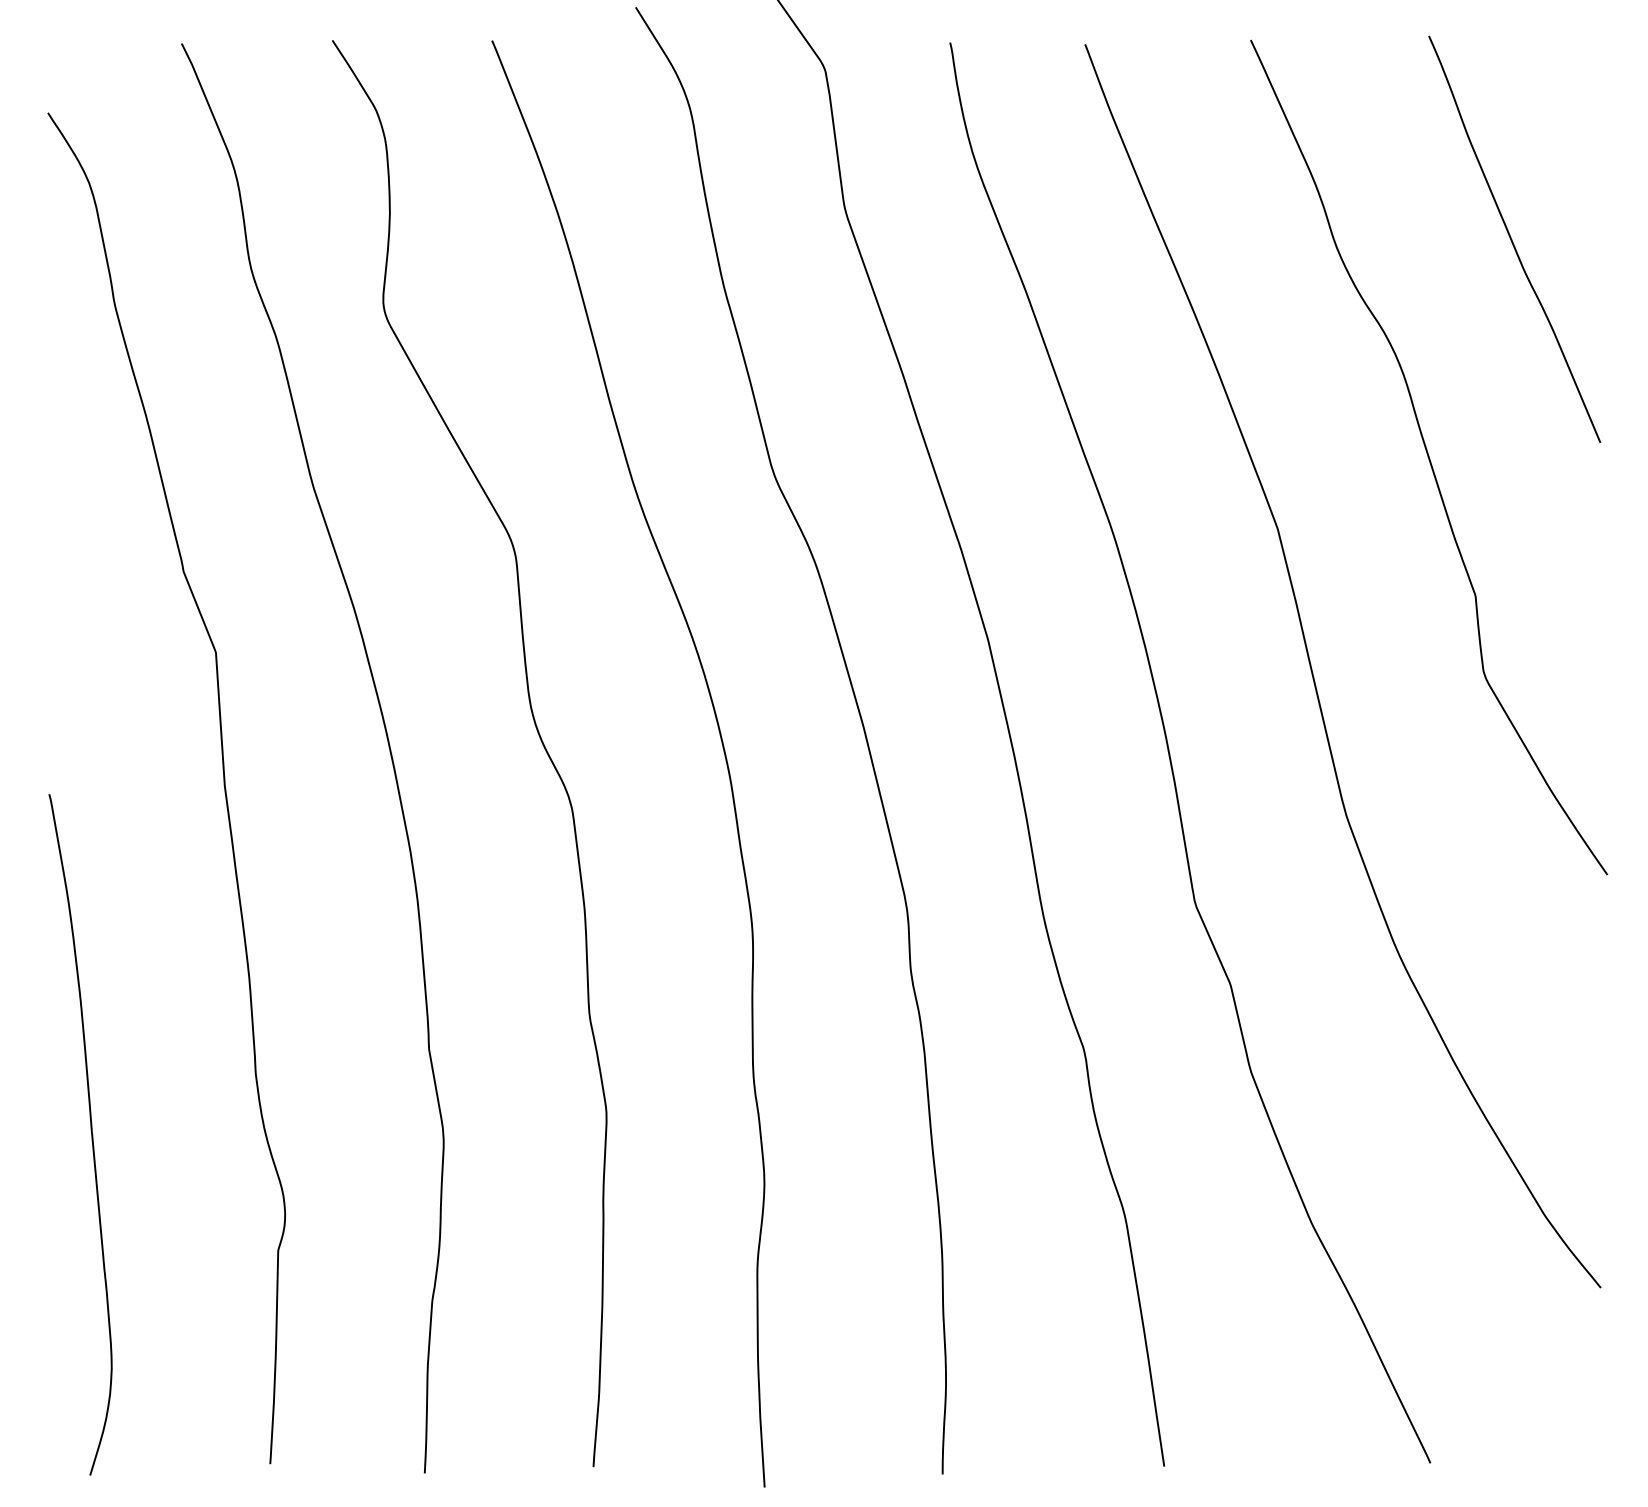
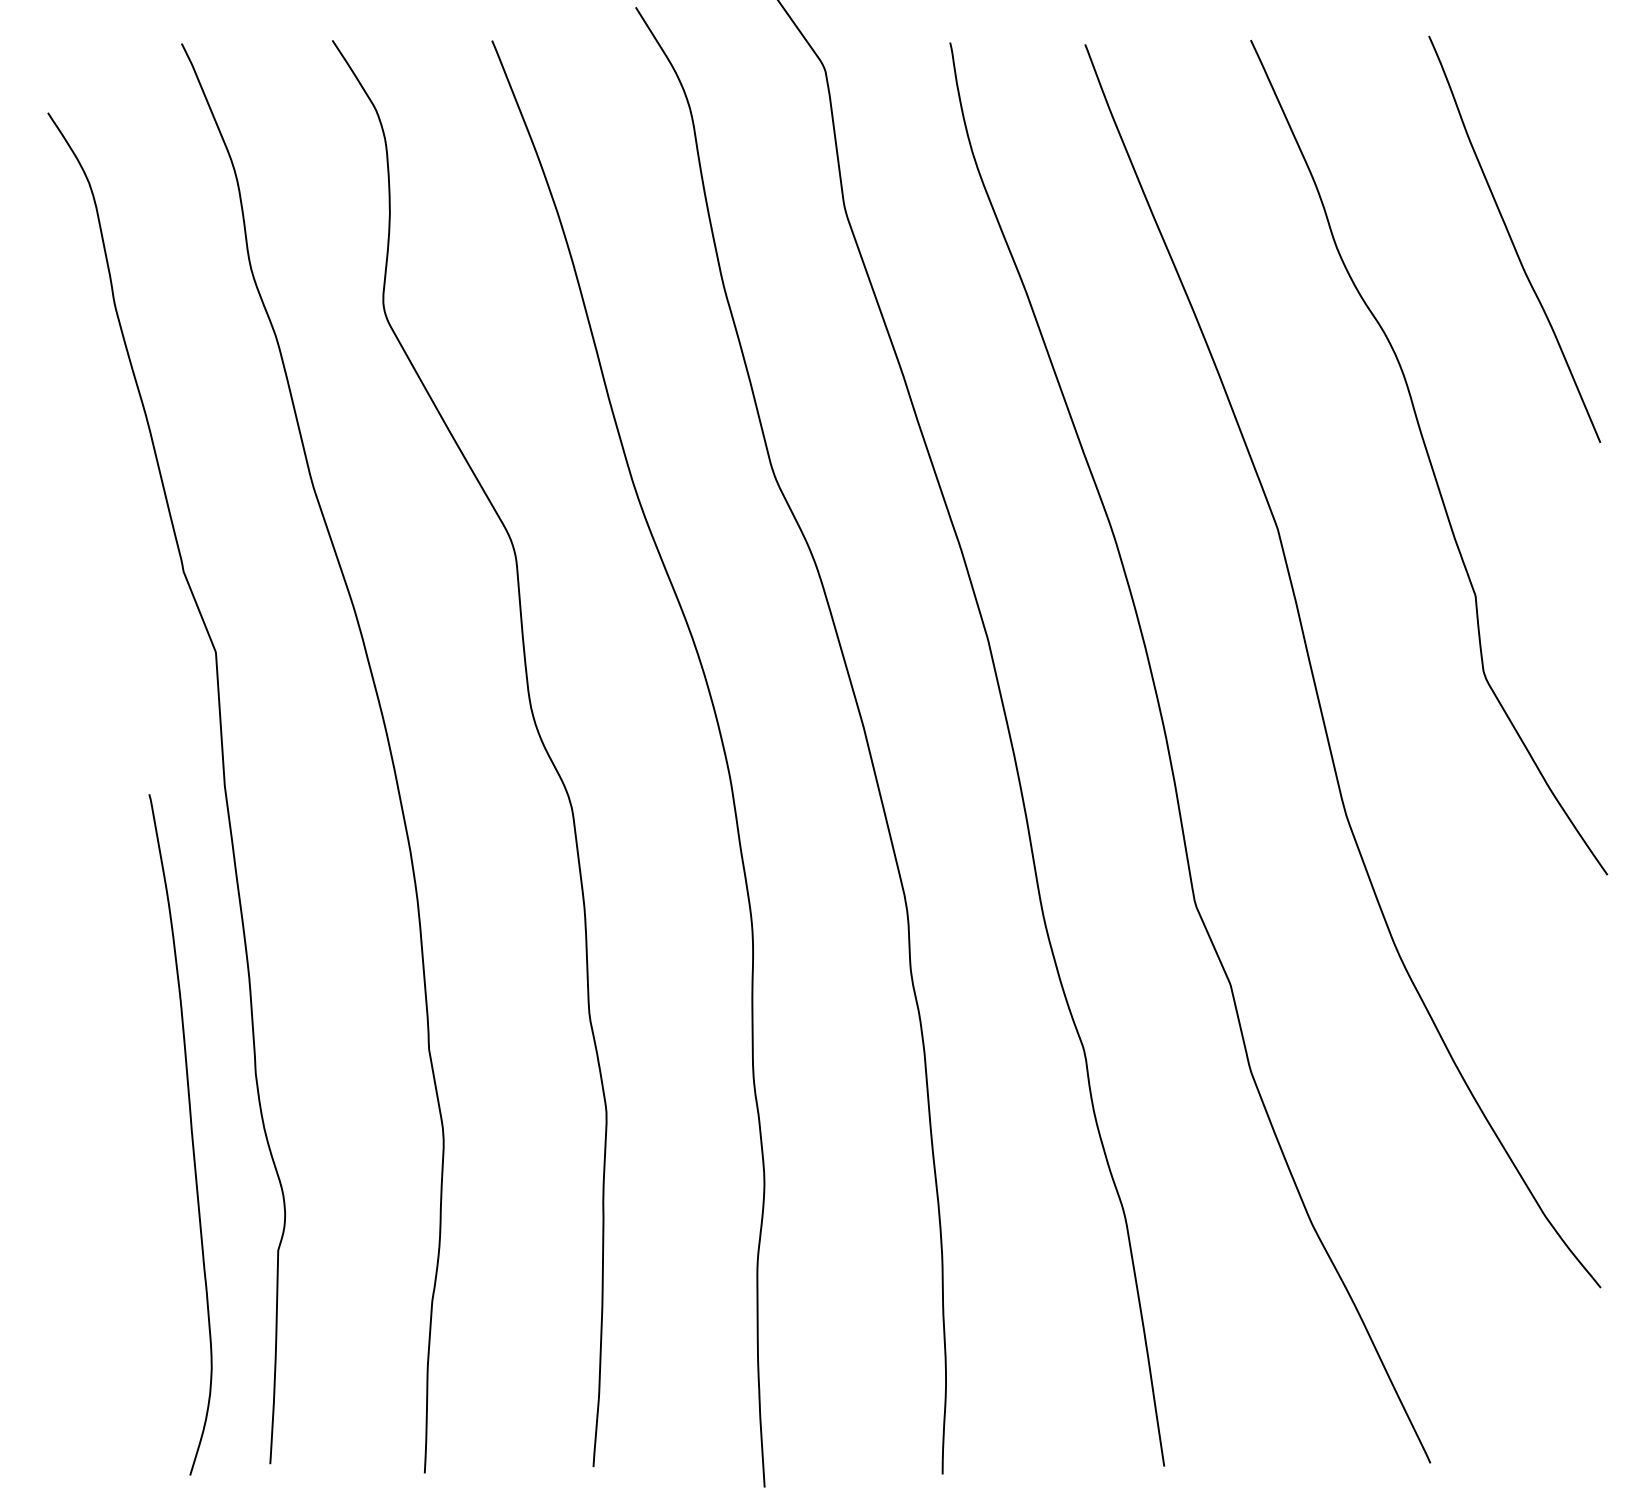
curve at (90, 1130) position: (90, 1130) -> (190, 1130)
